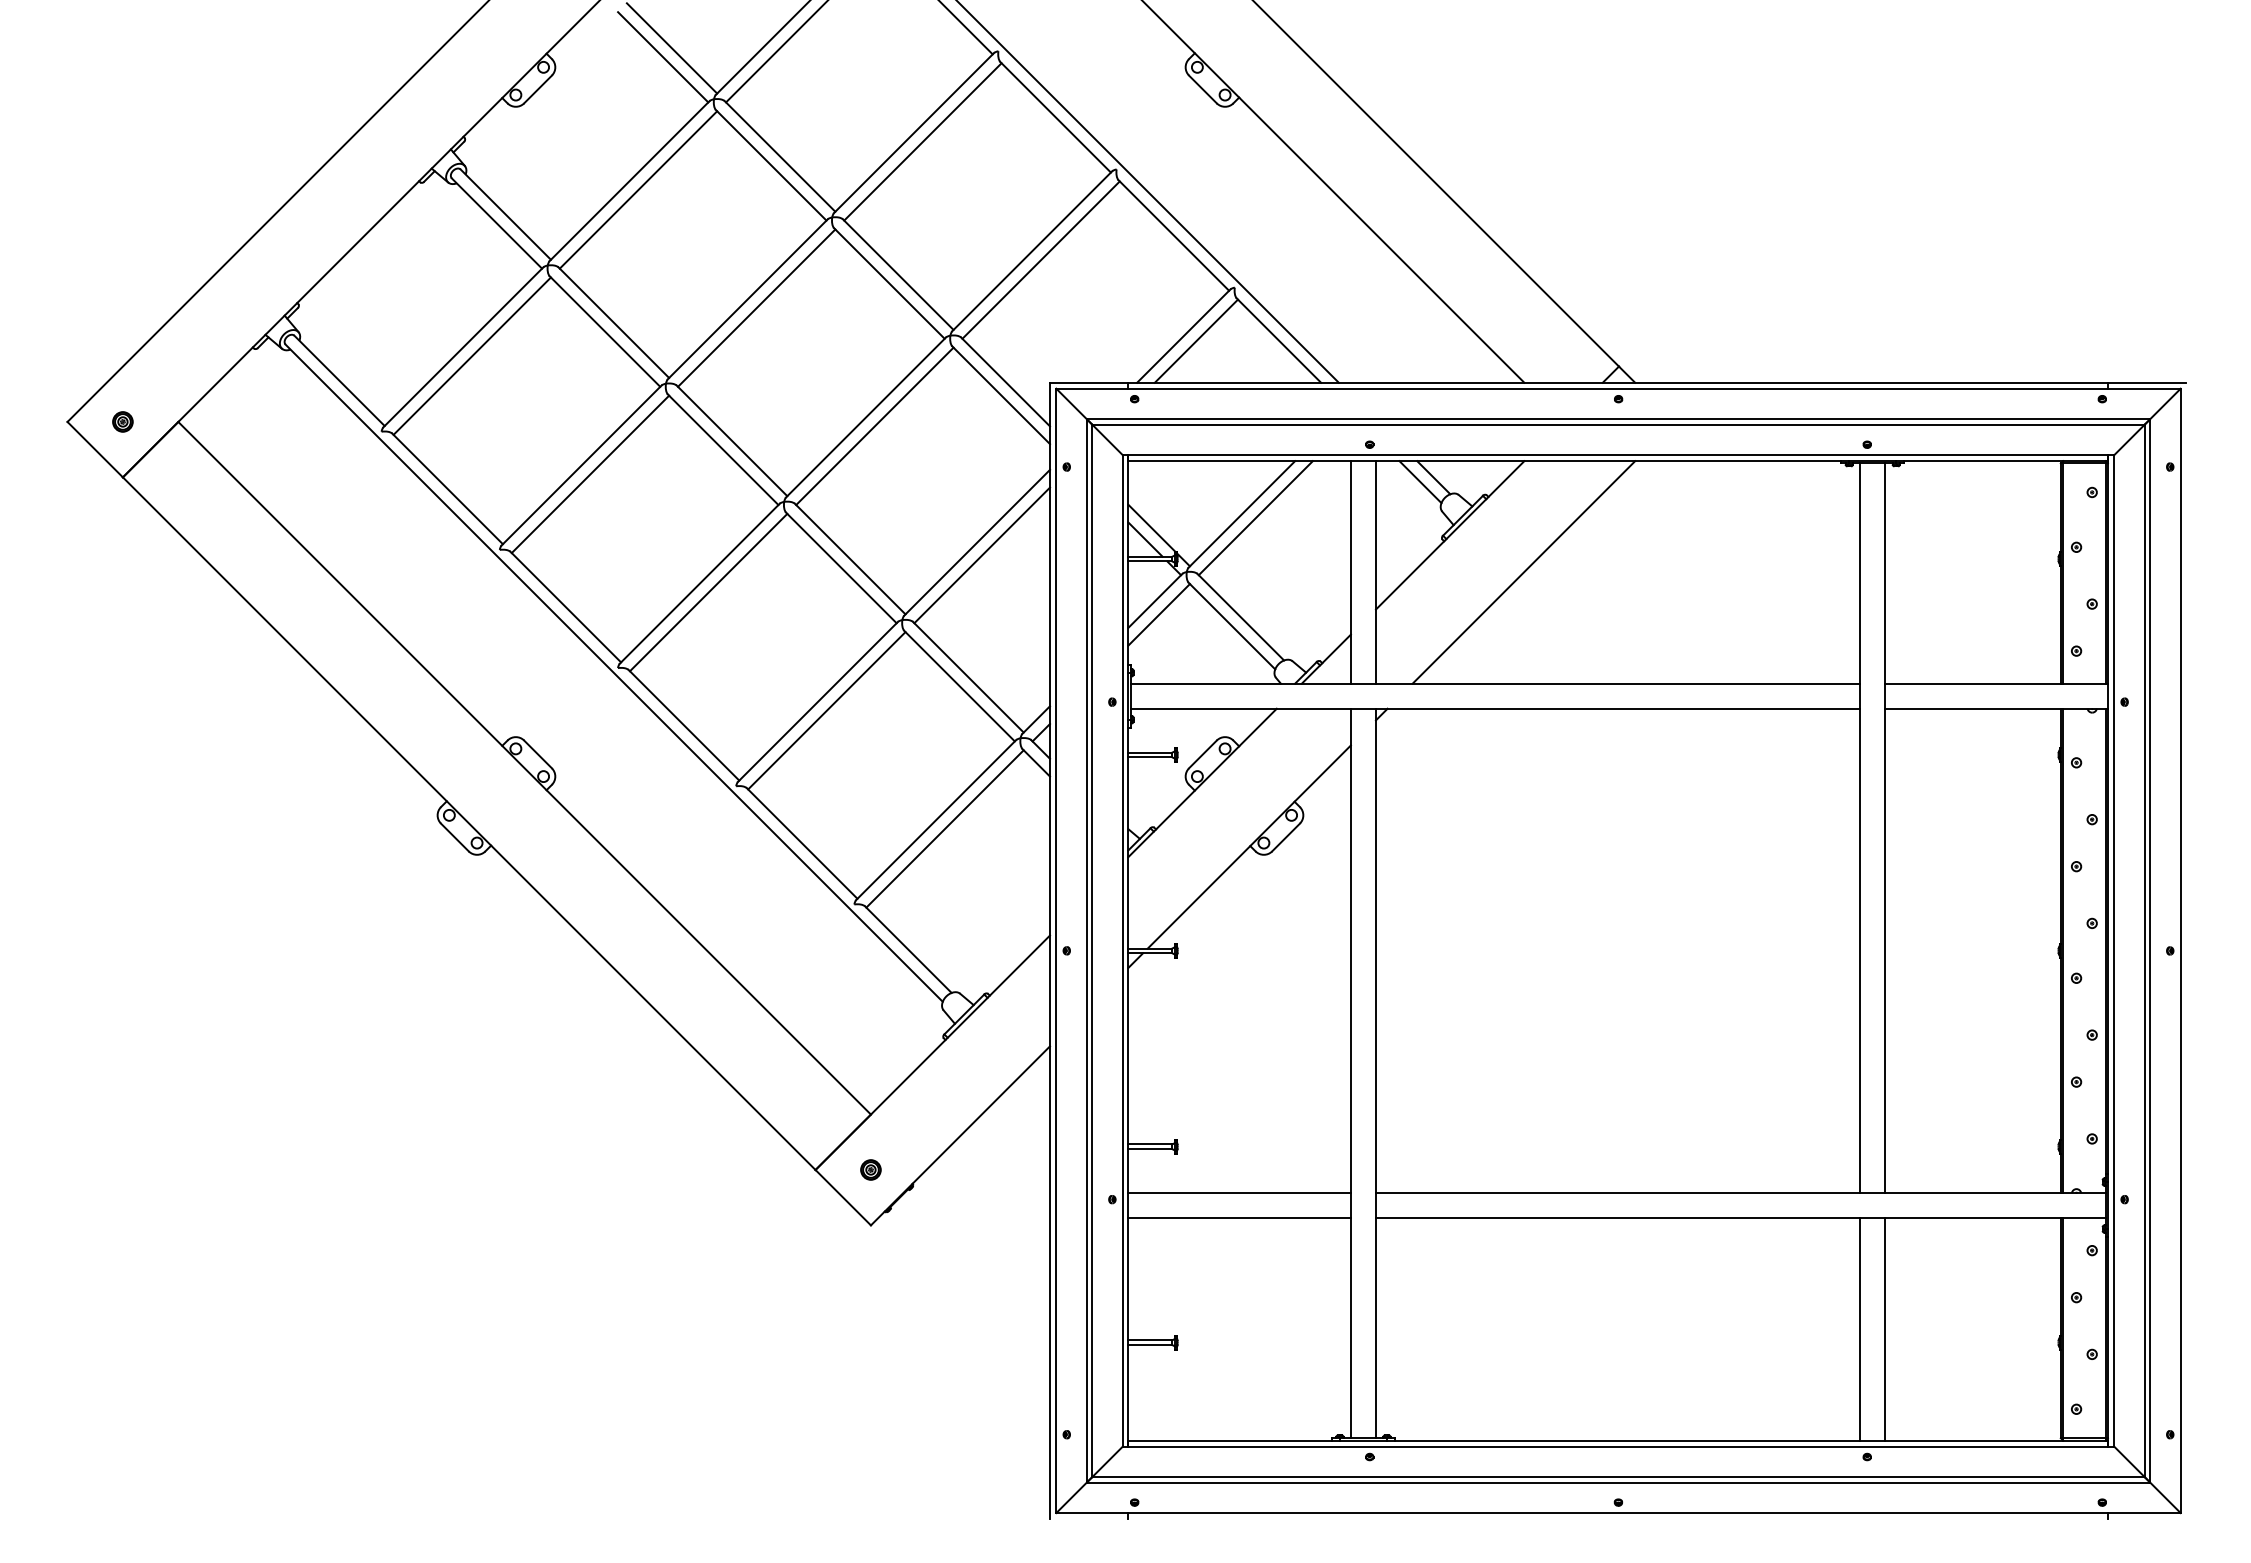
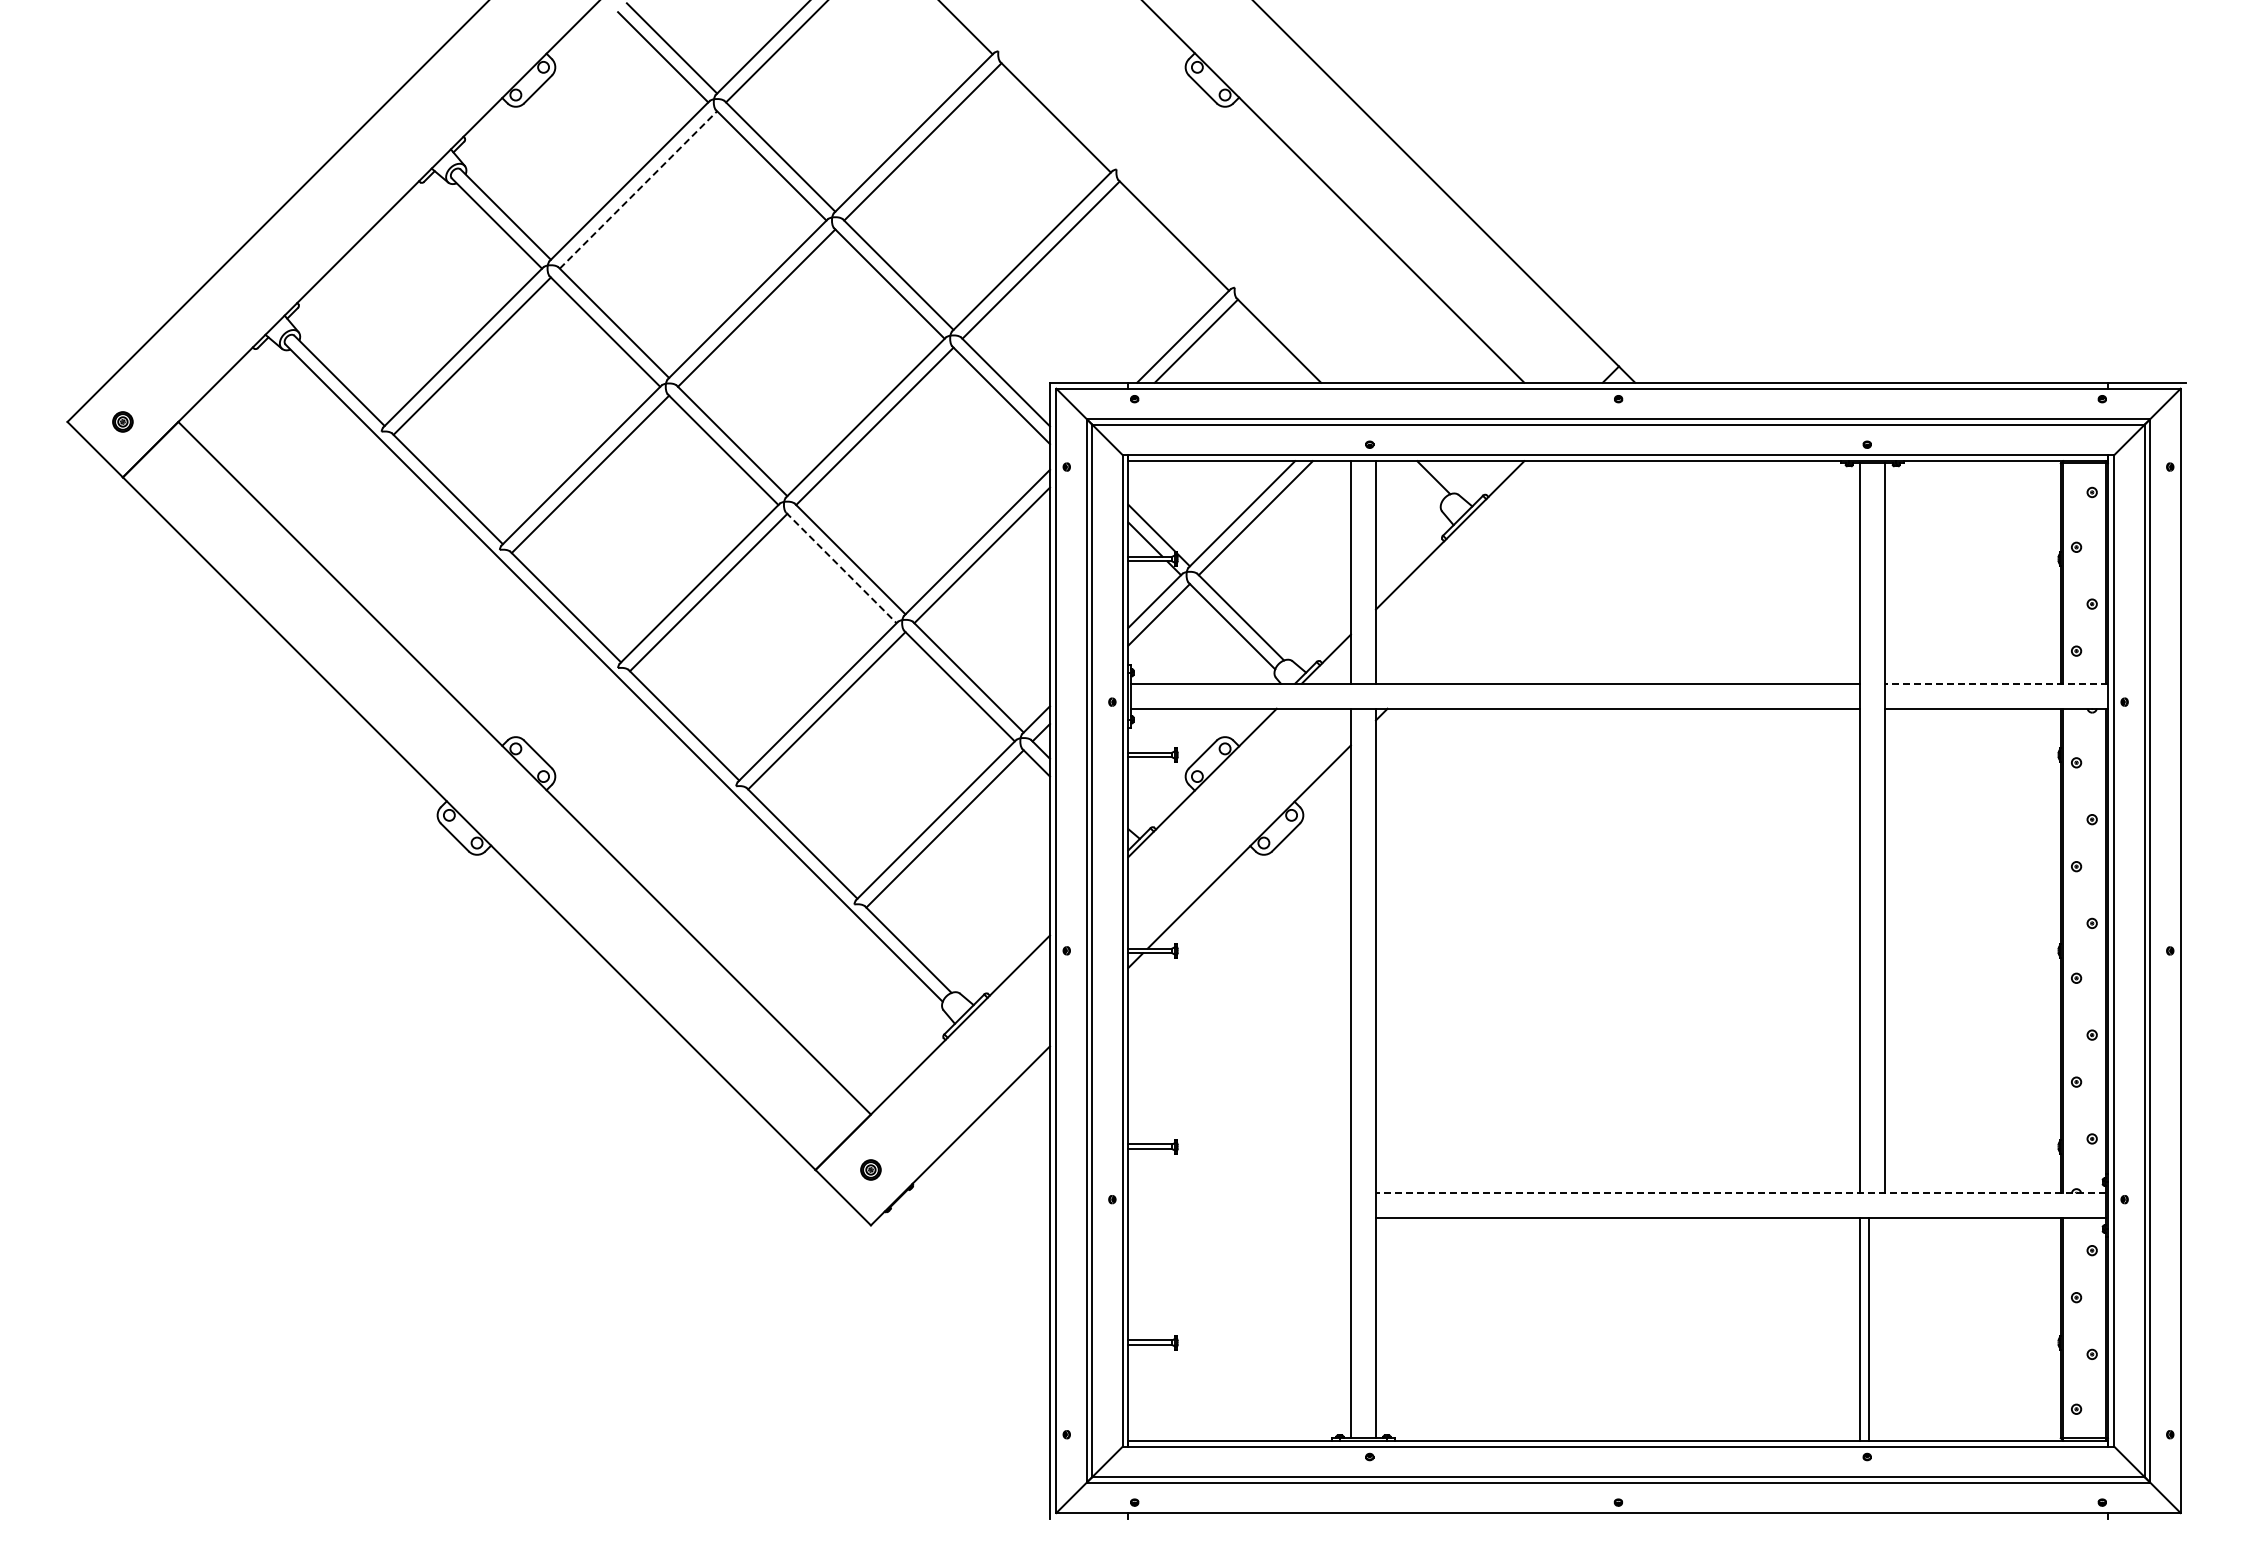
line at (638, 189): solid -> dashed
line at (1148, 192): present -> none
line at (1420, 482): present -> none
line at (841, 568): solid -> dashed
line at (1523, 572): present -> none
line at (1996, 683): solid -> dashed
line at (1239, 1193): present -> none
line at (1740, 1193): solid -> dashed
line at (1239, 1218): present -> none
line at (1885, 1329) position: (1885, 1329) -> (1869, 1329)
